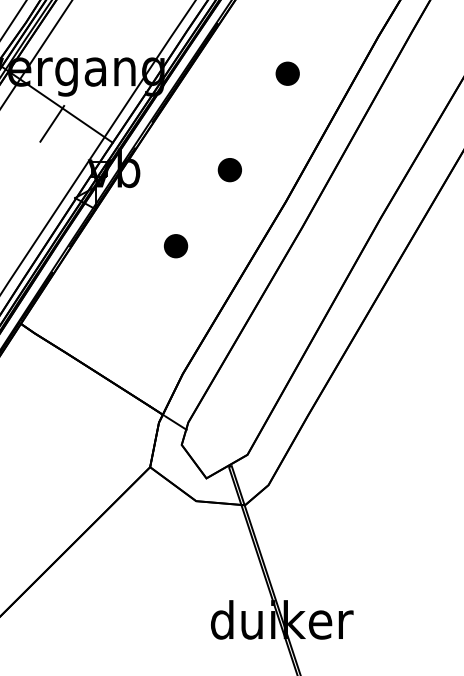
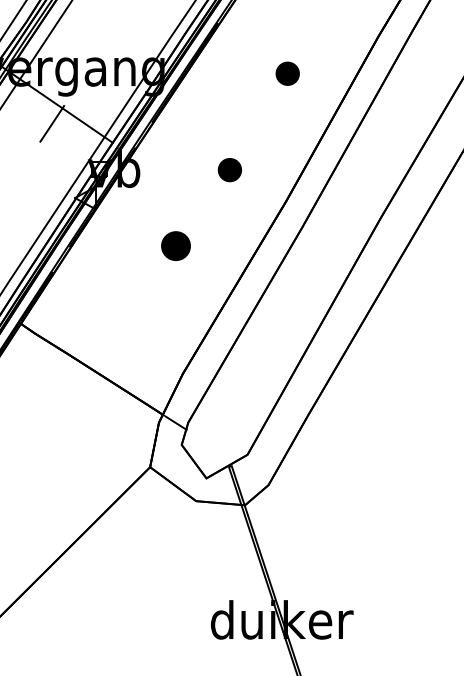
part at (175, 246) size: 26x25 px -> 30x30 px
